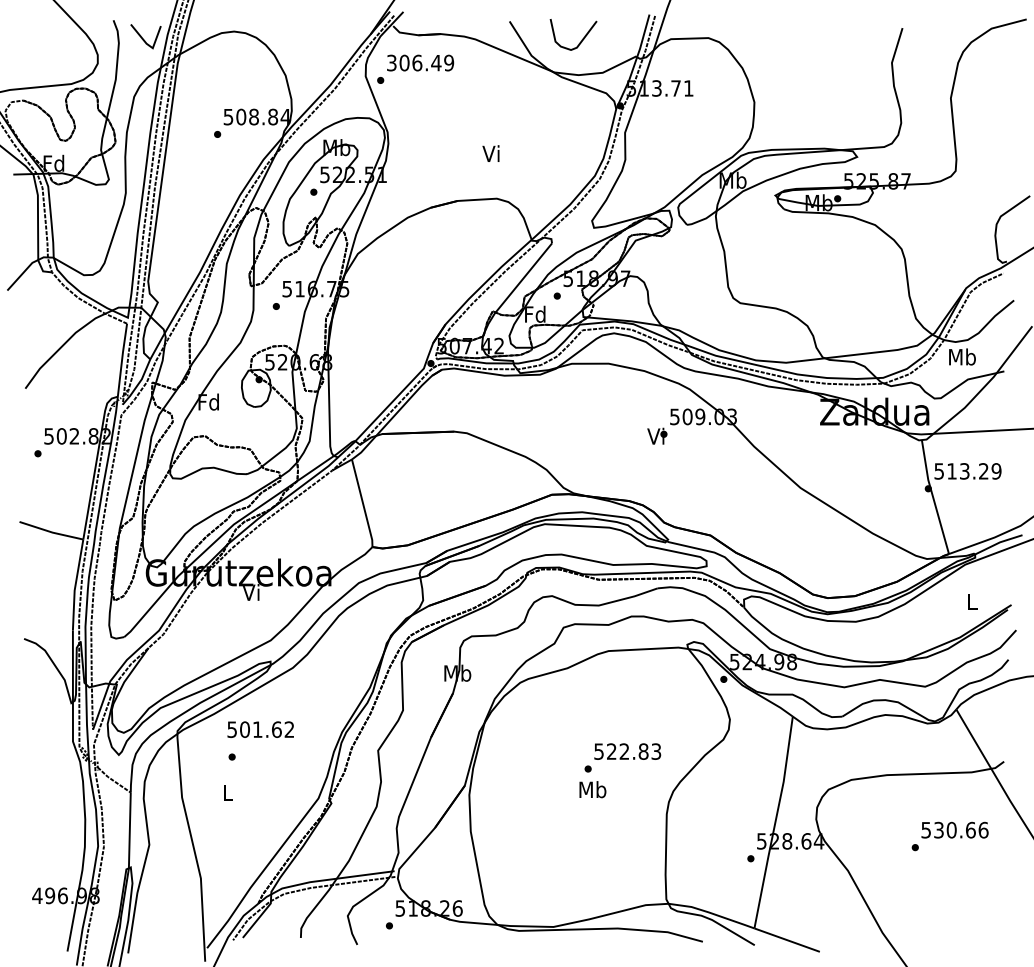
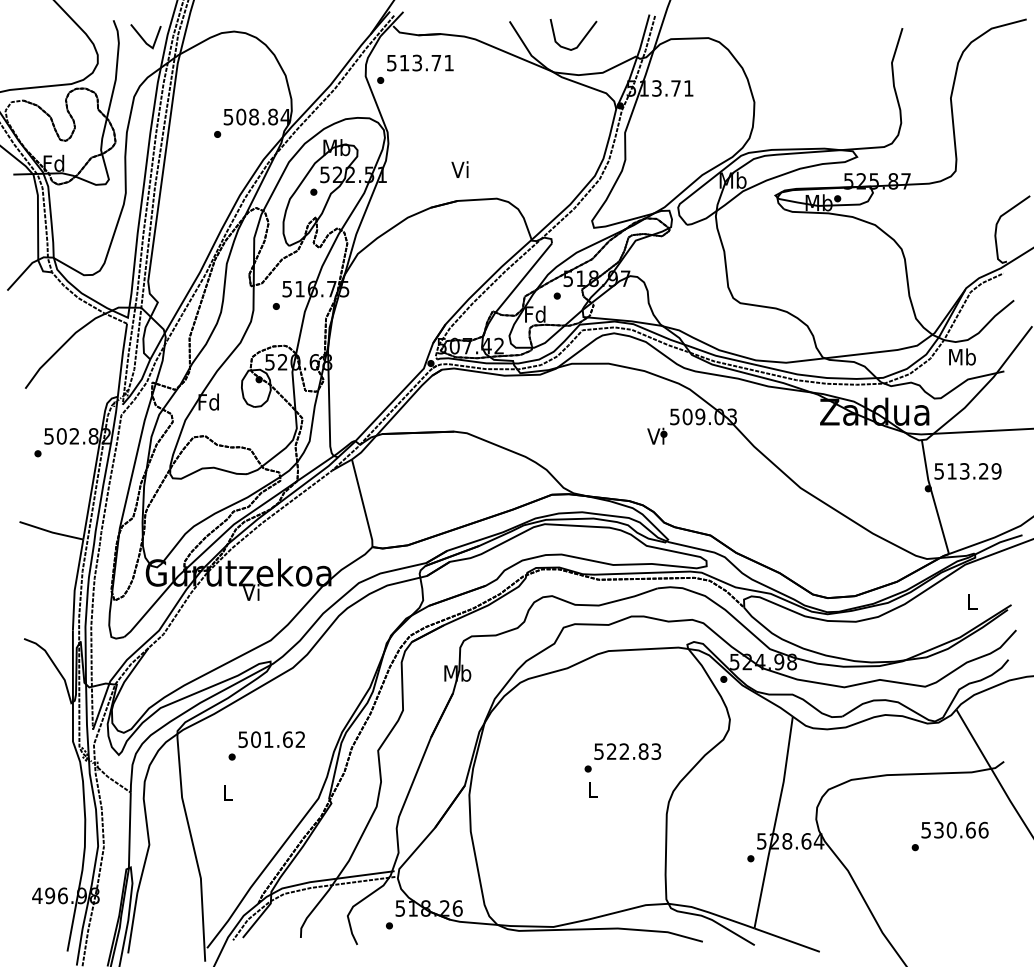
text at (420, 62): 306.49 -> 513.71
text at (490, 153) position: (490, 153) -> (459, 169)
text at (260, 729) position: (260, 729) -> (271, 739)
text at (592, 789): Mb -> L
